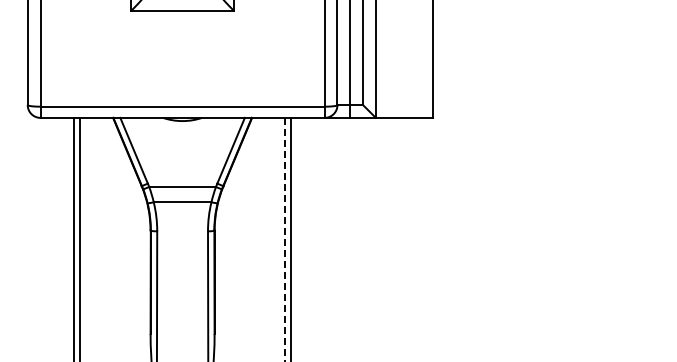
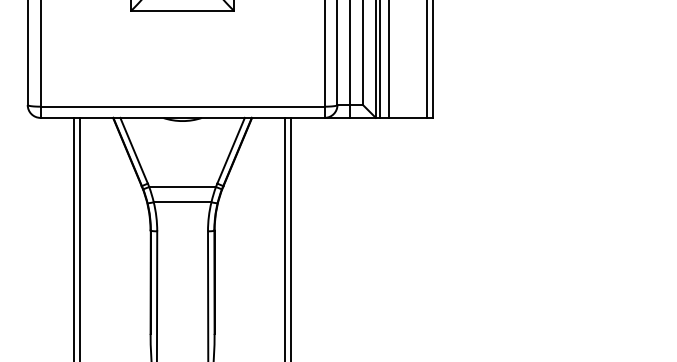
line at (380, 59): none -> present
line at (389, 59): none -> present
line at (427, 59): none -> present
line at (285, 239): dashed -> solid
